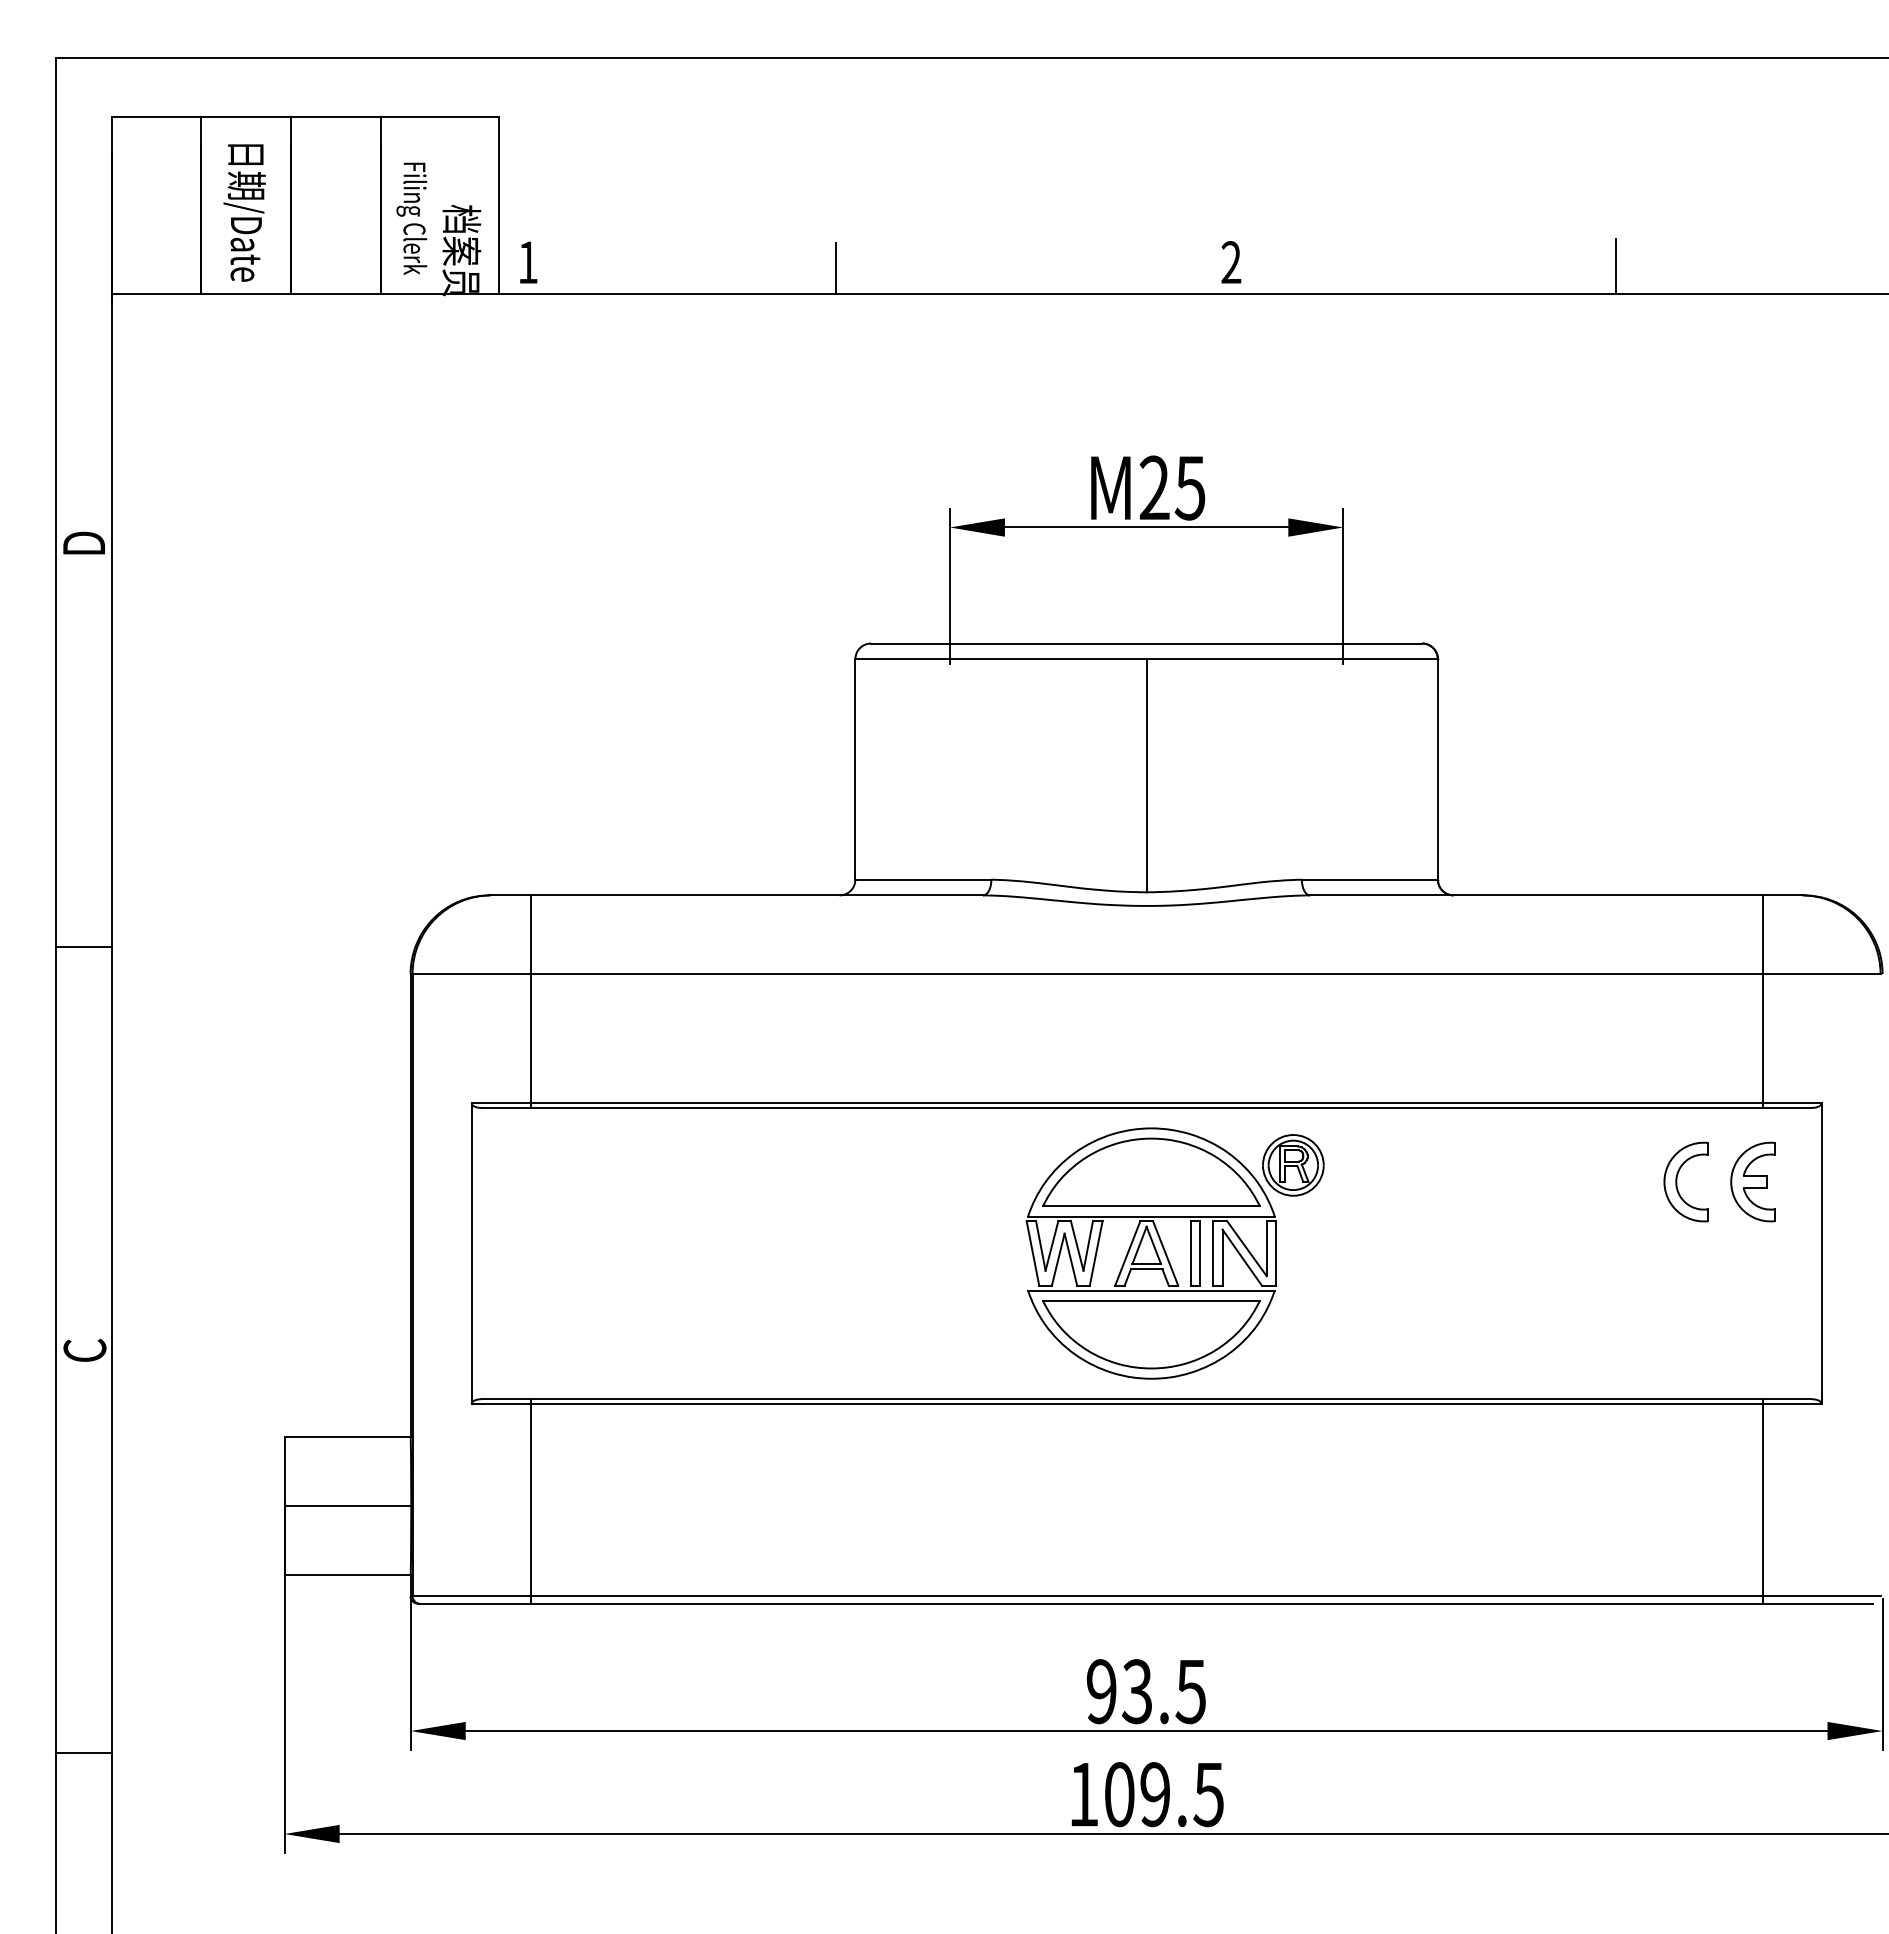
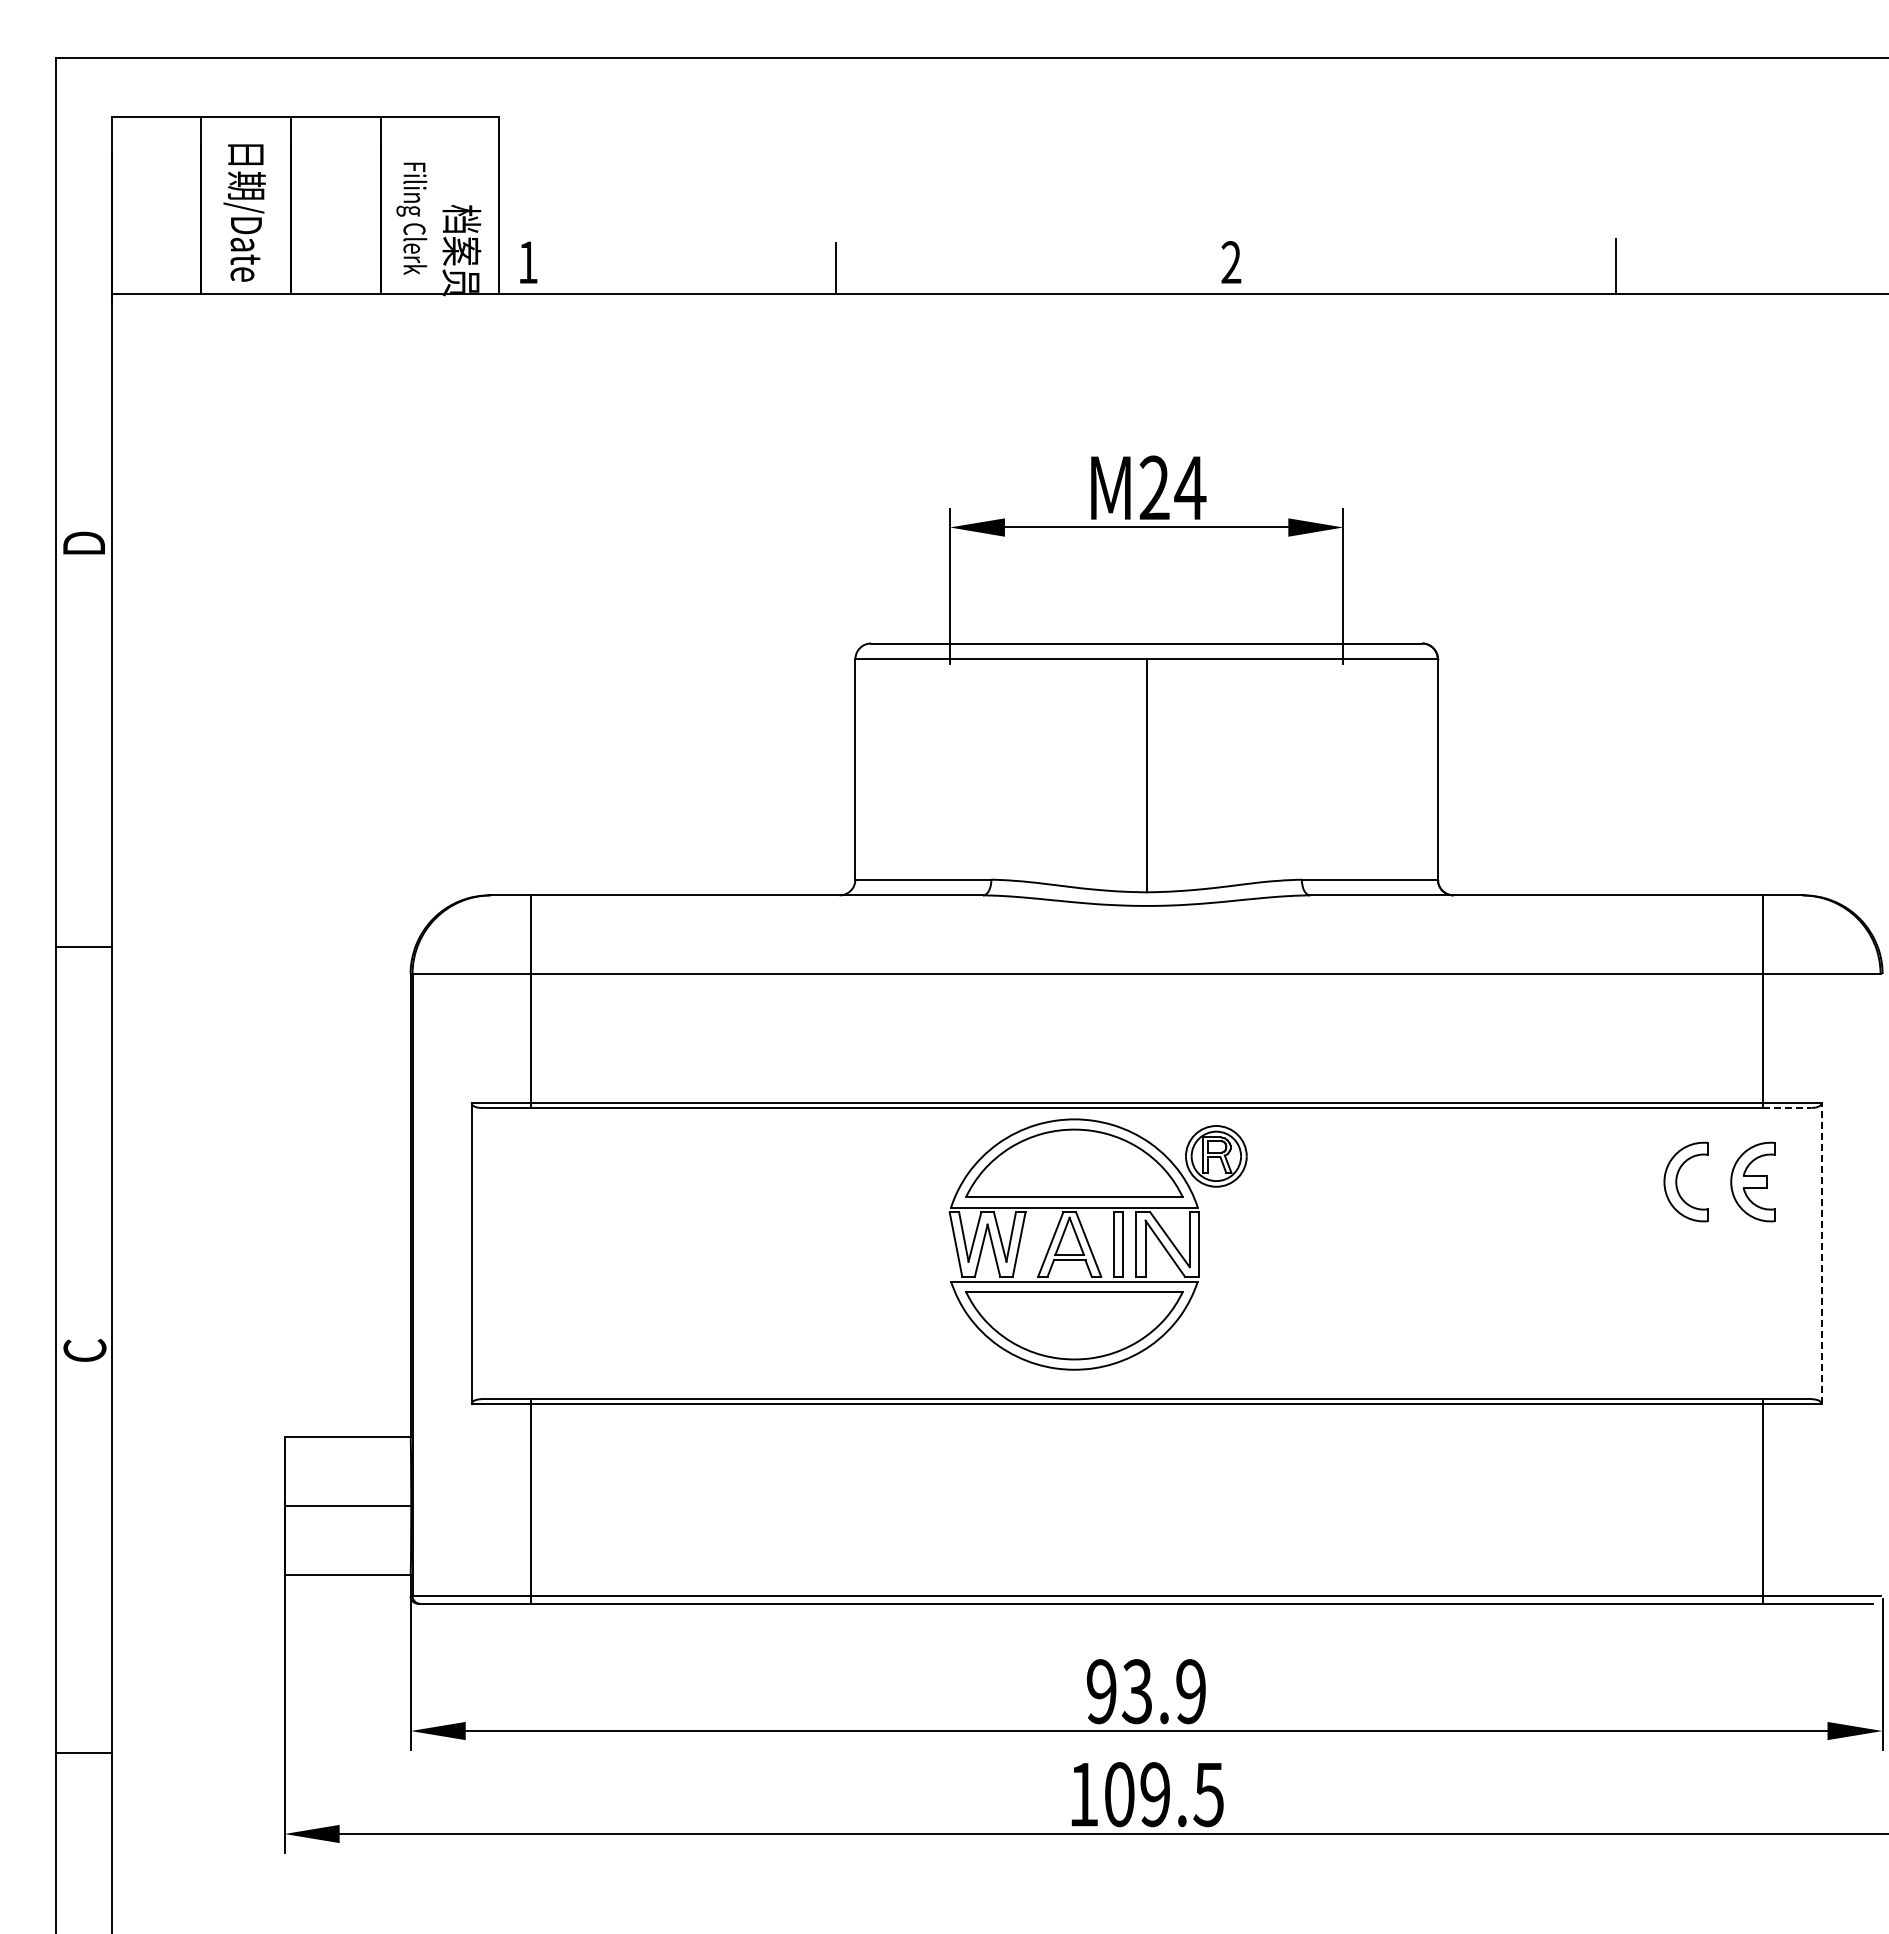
text at (1190, 488): M25 -> M24
line at (1787, 1107): solid -> dashed
line at (1821, 1253): solid -> dashed
part at (1168, 1257) position: (1168, 1257) -> (1091, 1248)
text at (1190, 1691): 93.5 -> 93.9
